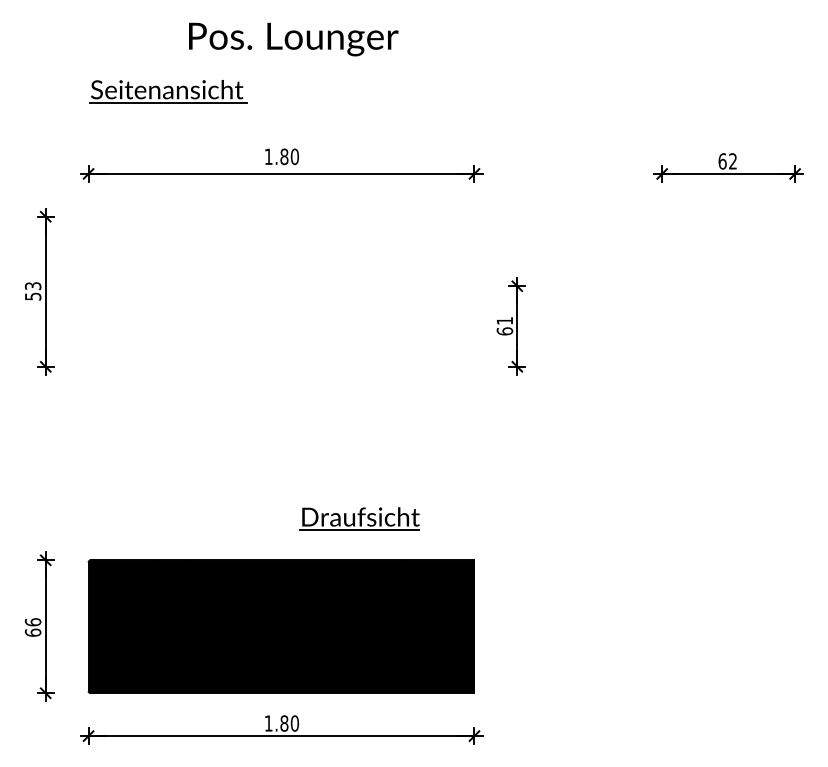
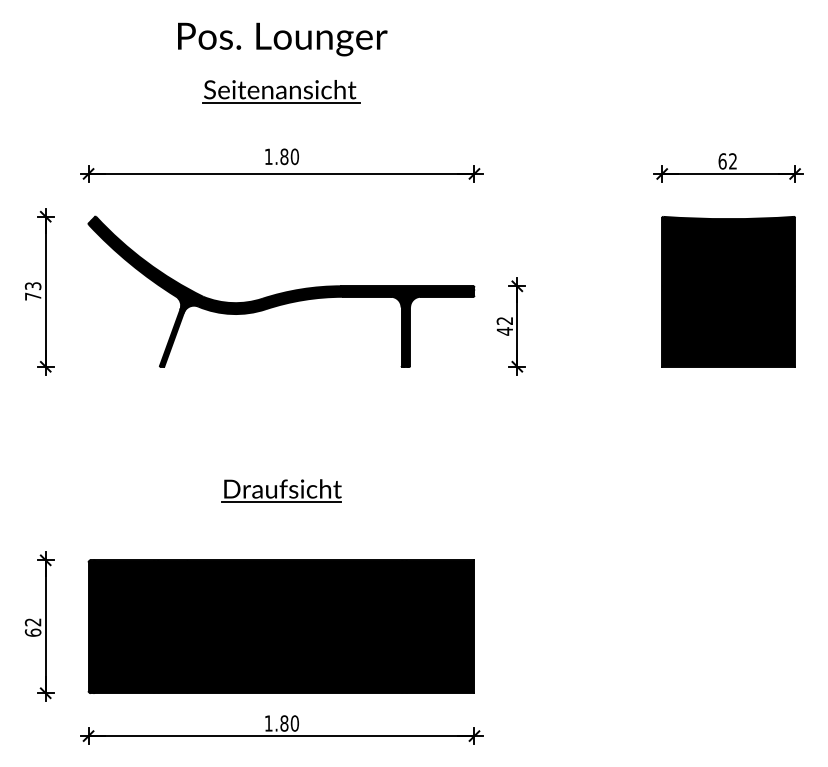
text at (293, 39) position: (293, 39) -> (282, 39)
part at (168, 91) position: (168, 91) -> (281, 91)
part at (281, 291): none -> present
part at (728, 291): none -> present
text at (33, 296): 53 -> 73
text at (504, 326): 61 -> 42
part at (359, 518) position: (359, 518) -> (281, 490)
text at (32, 622): 66 -> 62
